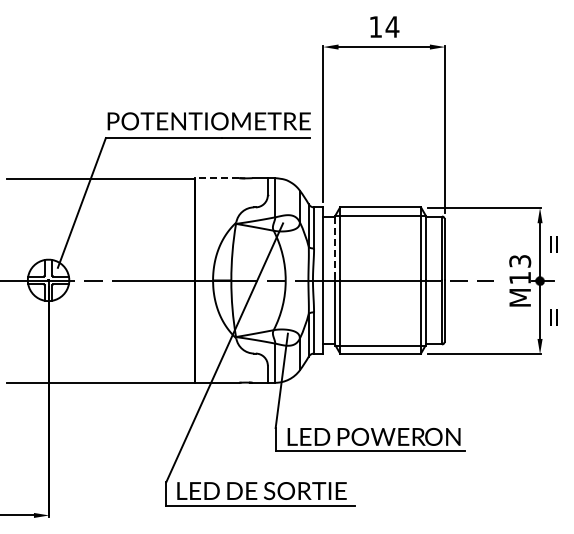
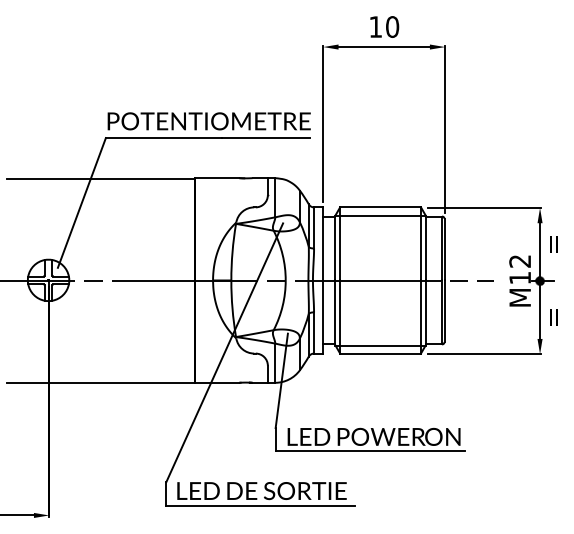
text at (392, 26): 14 -> 10
line at (216, 178): dashed -> solid
line at (334, 248): dashed -> solid
text at (520, 261): M13 -> M12
